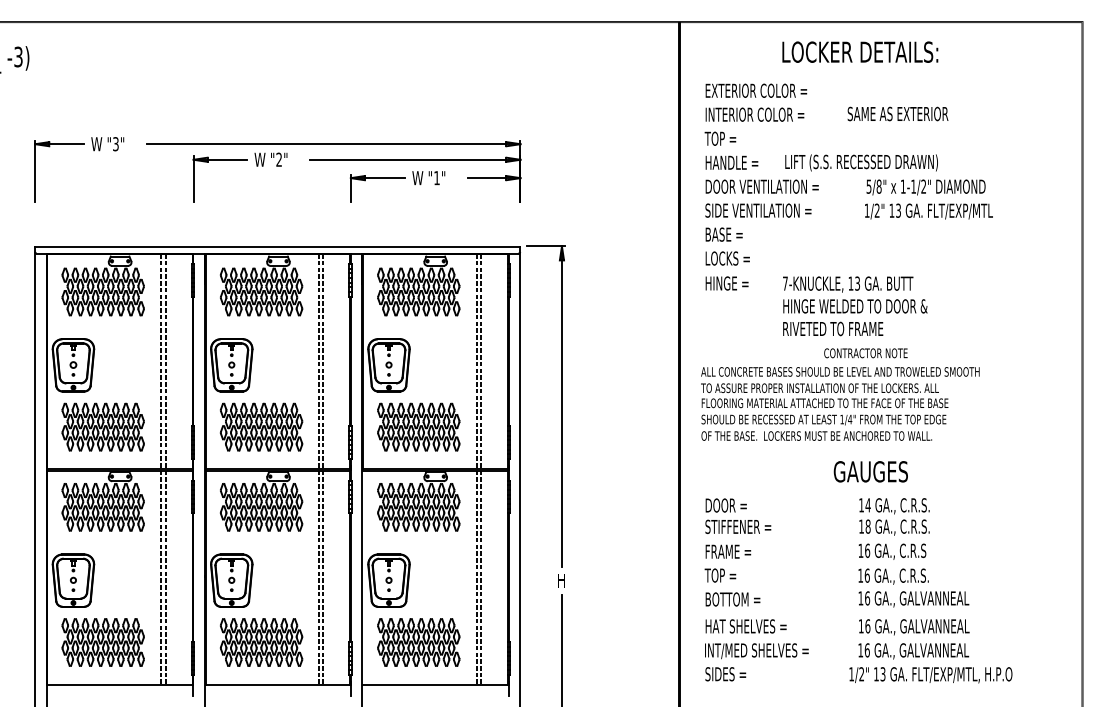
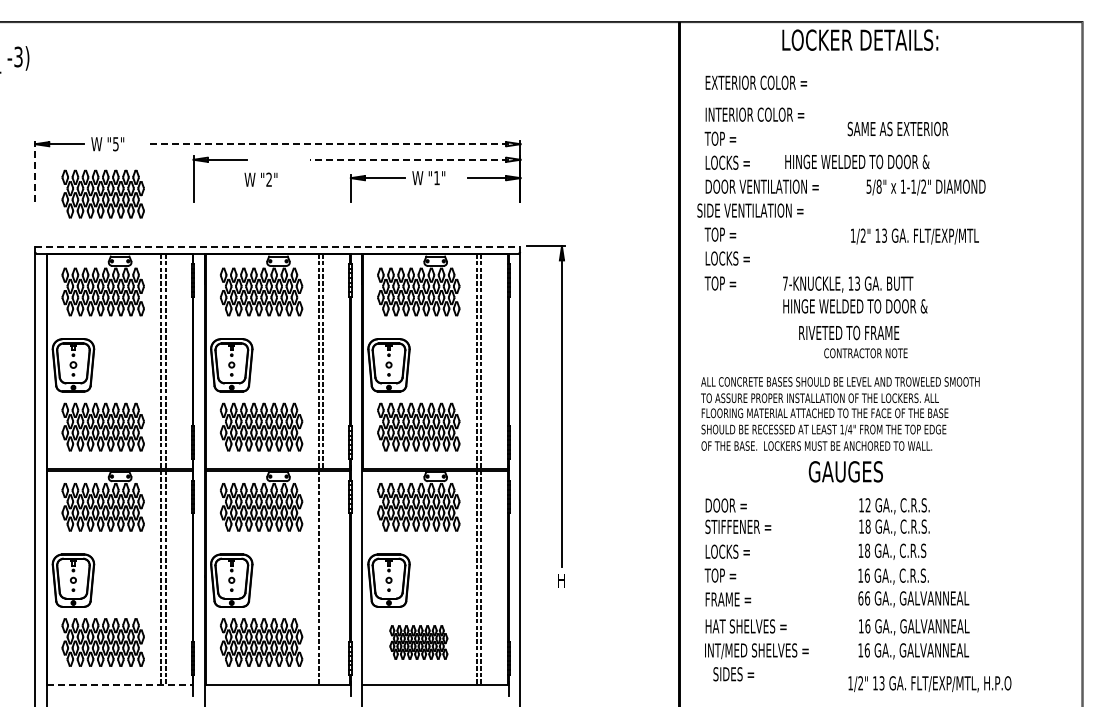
text at (860, 51) position: (860, 51) -> (860, 39)
text at (756, 90) position: (756, 90) -> (756, 82)
text at (897, 113) position: (897, 113) -> (897, 128)
text at (115, 143): "3" -> "5"
line at (333, 144): solid -> dashed
text at (270, 159) position: (270, 159) -> (260, 179)
line at (414, 159): solid -> dashed
text at (732, 162): HANDLE = -> LOCKS =
text at (861, 162): LIFT (S.S. RECESSED DRAWN) -> HINGE WELDED TO DOOR &
line at (35, 171): solid -> dashed
part at (102, 193): none -> present
text at (758, 210) position: (758, 210) -> (750, 210)
text at (928, 211) position: (928, 211) -> (914, 236)
text at (723, 234): BASE = -> TOP =
line at (277, 246): solid -> dashed
text at (726, 283): HINGE = -> TOP =
text at (833, 328) position: (833, 328) -> (849, 332)
text at (840, 403) position: (840, 403) -> (840, 413)
text at (870, 471) position: (870, 471) -> (845, 471)
text at (867, 505): 14 -> 12
text at (867, 550): 16 -> 18
text at (728, 551): FRAME = -> LOCKS =
line at (323, 577): present -> none
text at (860, 598): 16 -> 66
text at (733, 599): BOTTOM = -> FRAME =
part at (418, 642) size: 84x49 px -> 60x35 px
line at (561, 648): present -> none
text at (725, 674) position: (725, 674) -> (733, 674)
text at (930, 675) position: (930, 675) -> (929, 684)
line at (120, 684): solid -> dashed
